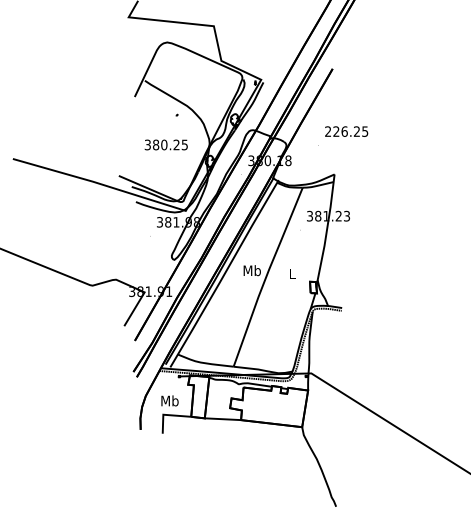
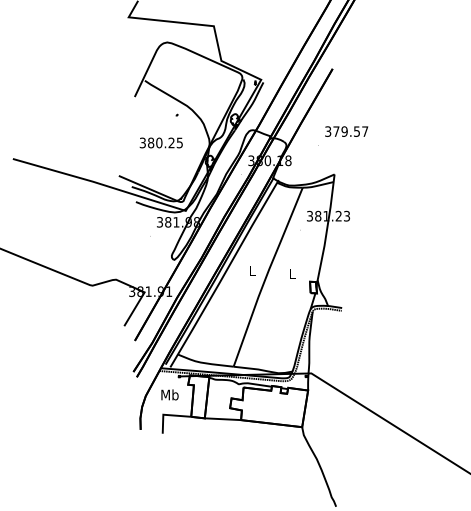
text at (346, 131): 226.25 -> 379.57
text at (165, 144) position: (165, 144) -> (160, 142)
text at (251, 270): Mb -> L
text at (169, 400) position: (169, 400) -> (169, 394)
